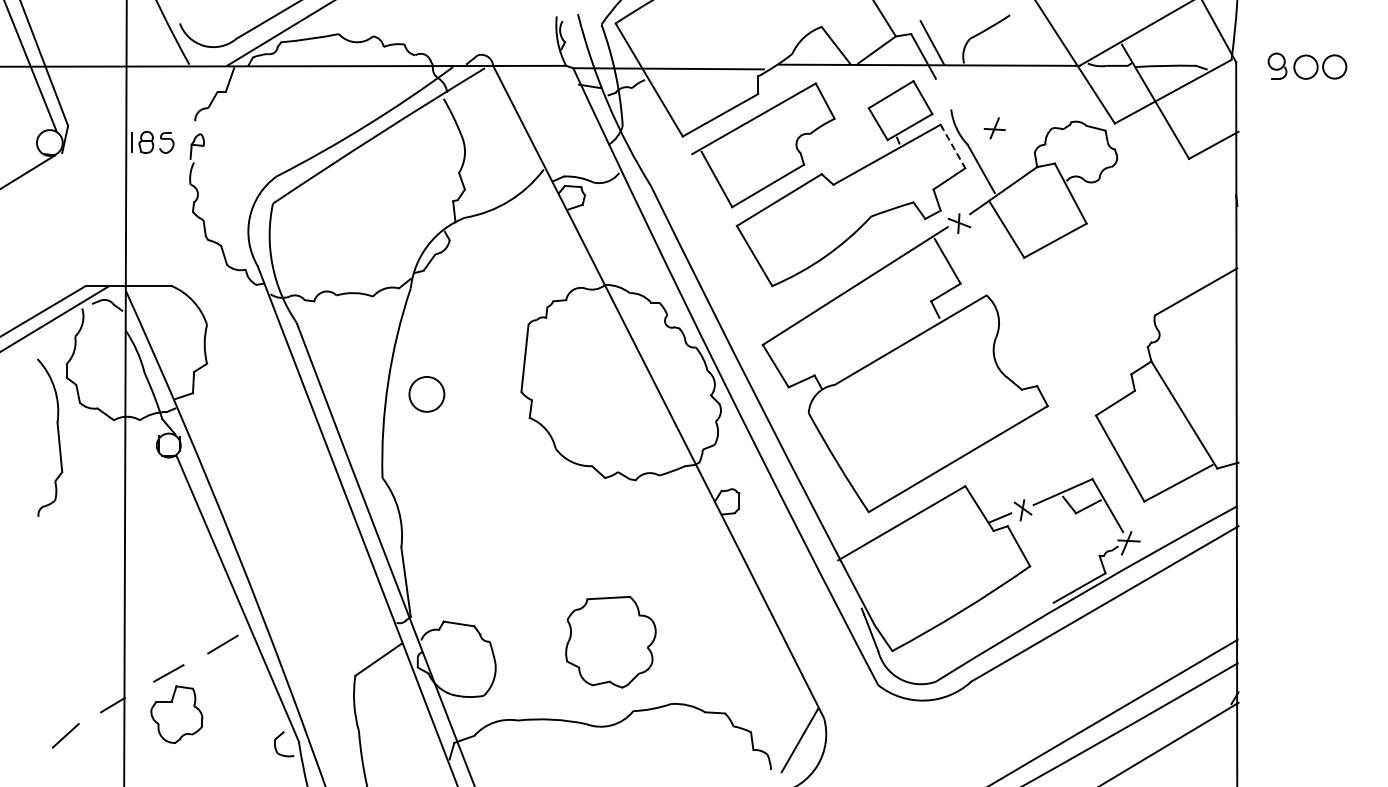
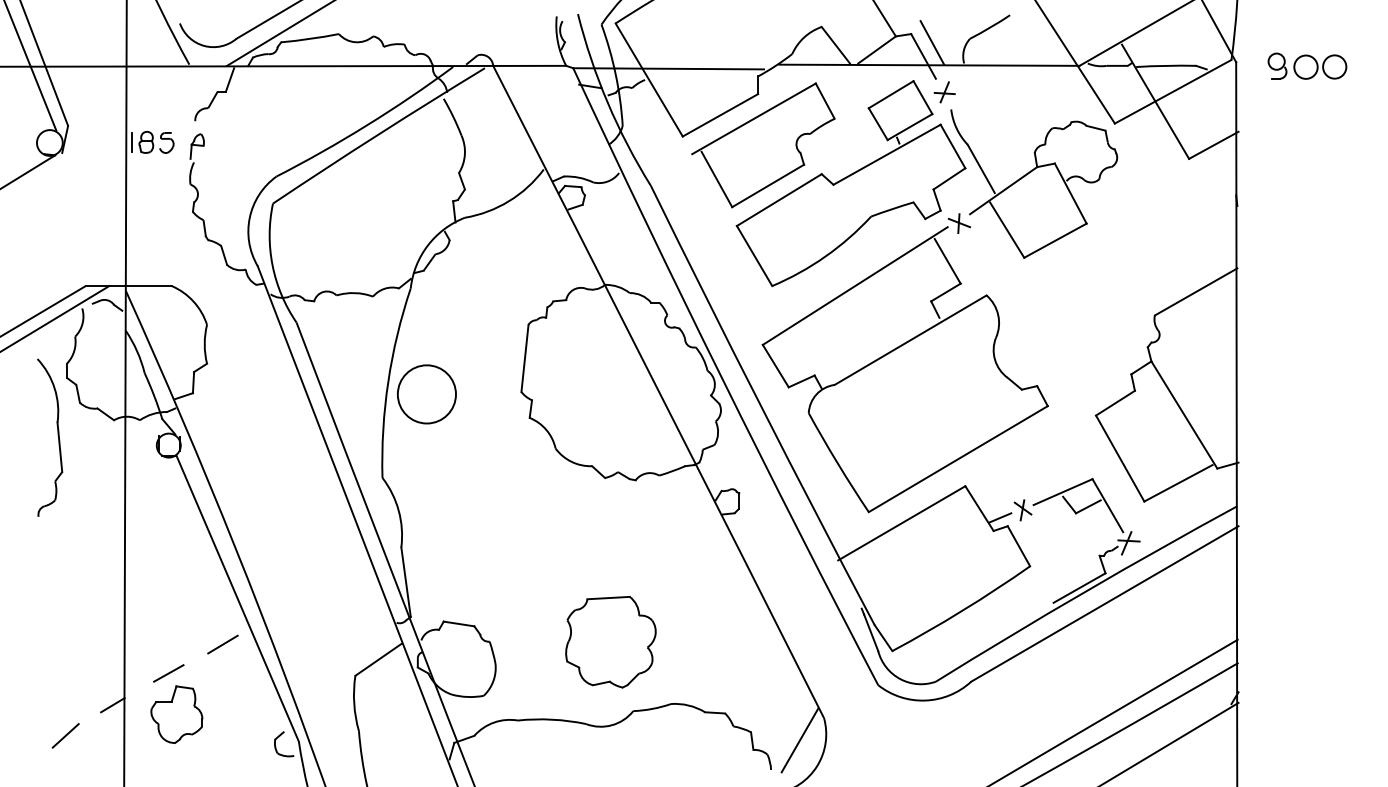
part at (994, 128) position: (994, 128) -> (944, 92)
line at (953, 146): dashed -> solid
circle at (426, 393) diameter: 35 px -> 58 px
